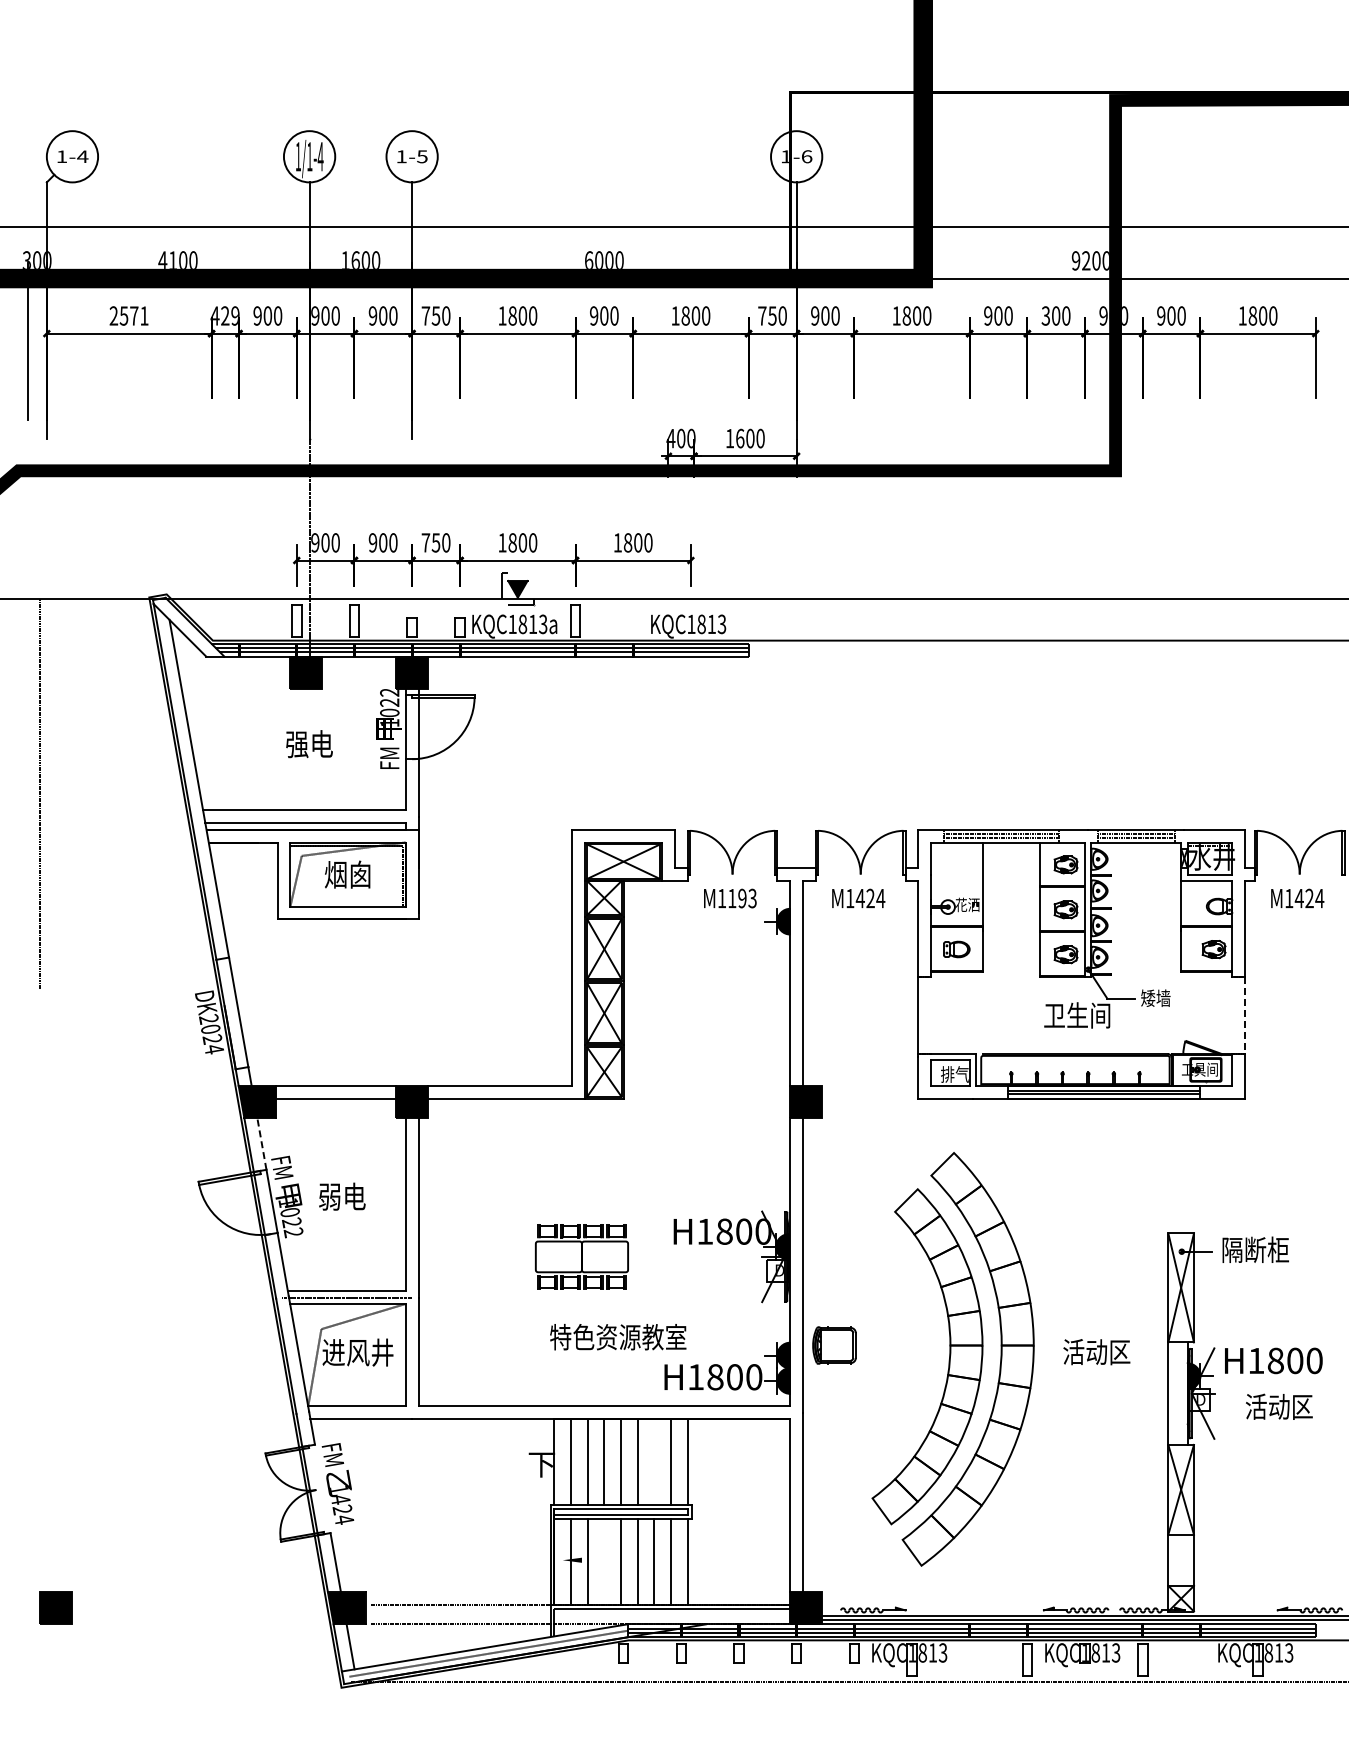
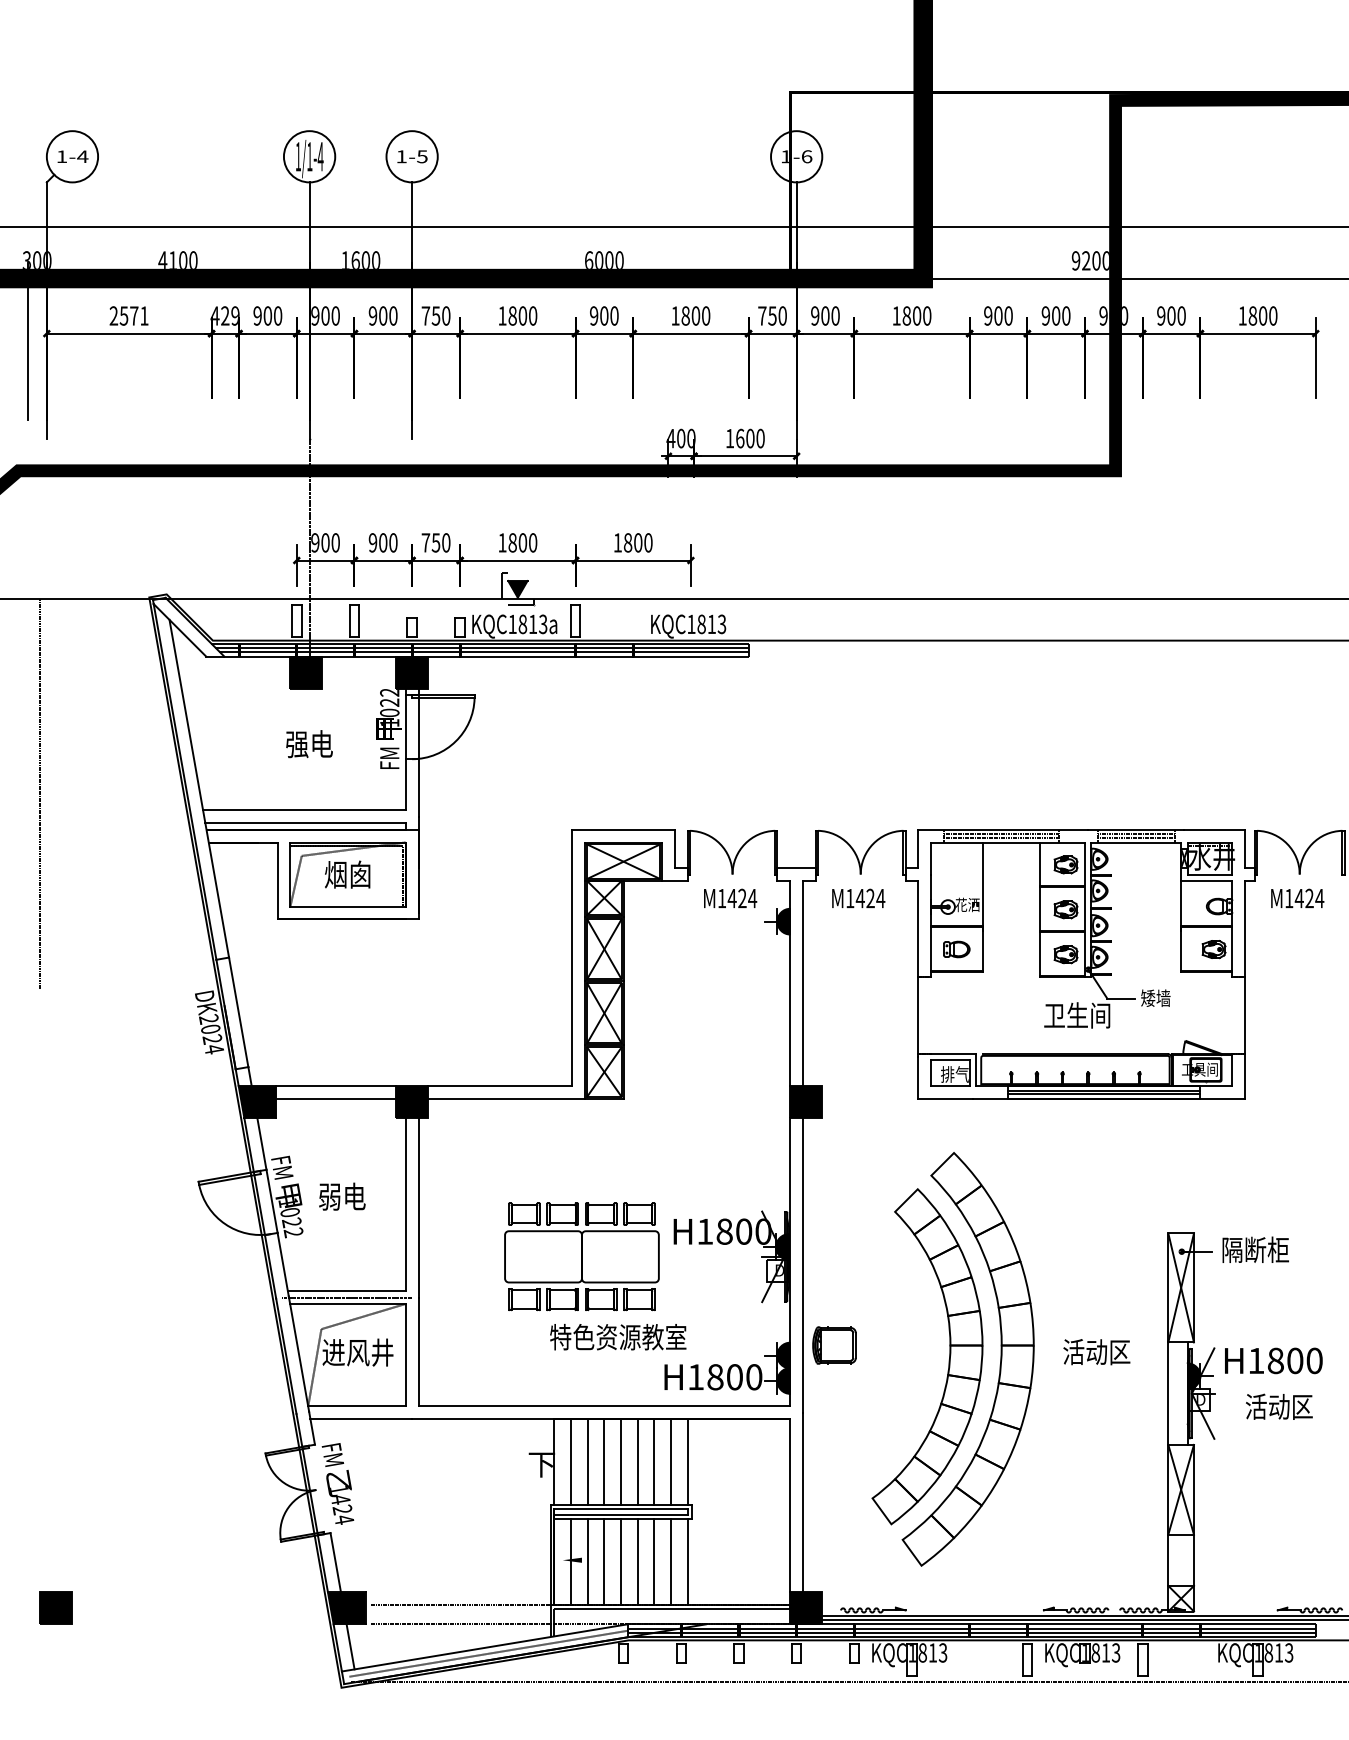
text at (1045, 315): 300 -> 900
text at (742, 898): M1193 -> M1424
line at (1245, 1016): dashed -> solid
line at (261, 1143): dashed -> solid
part at (581, 1256) size: 94x66 px -> 156x110 px
line at (654, 1462): none -> present
line at (604, 1562): none -> present
